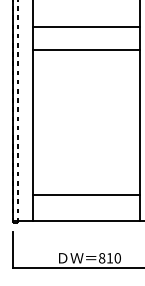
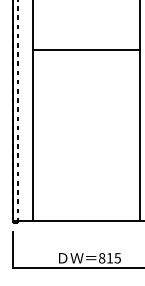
line at (85, 26): present -> none
line at (85, 195): present -> none
text at (117, 258): 810 -> 815
